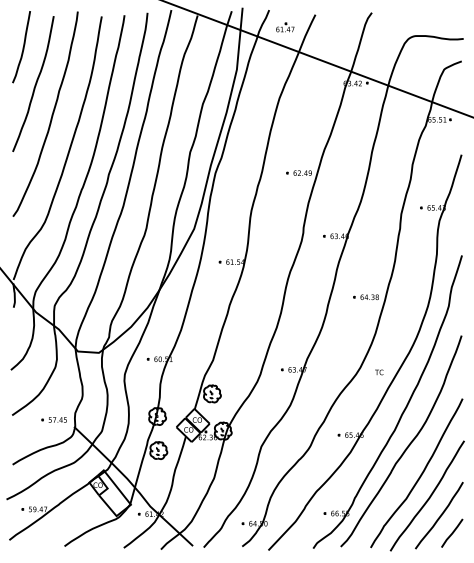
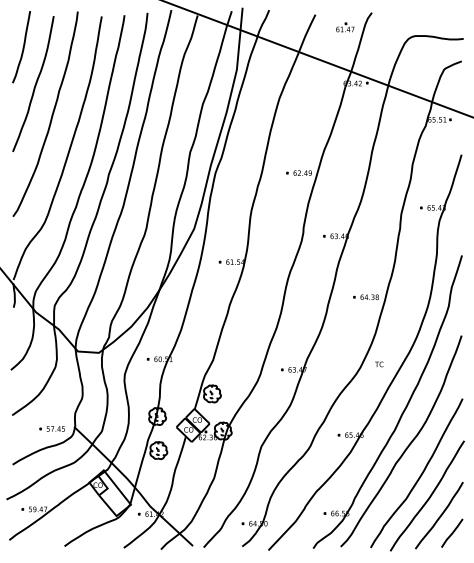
part at (285, 27) position: (285, 27) -> (345, 27)
text at (379, 372) position: (379, 372) -> (379, 364)
part at (53, 419) position: (53, 419) -> (51, 428)
